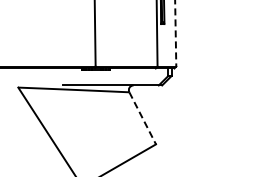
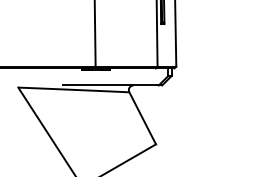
line at (175, 33): dashed -> solid
line at (142, 118): dashed -> solid
